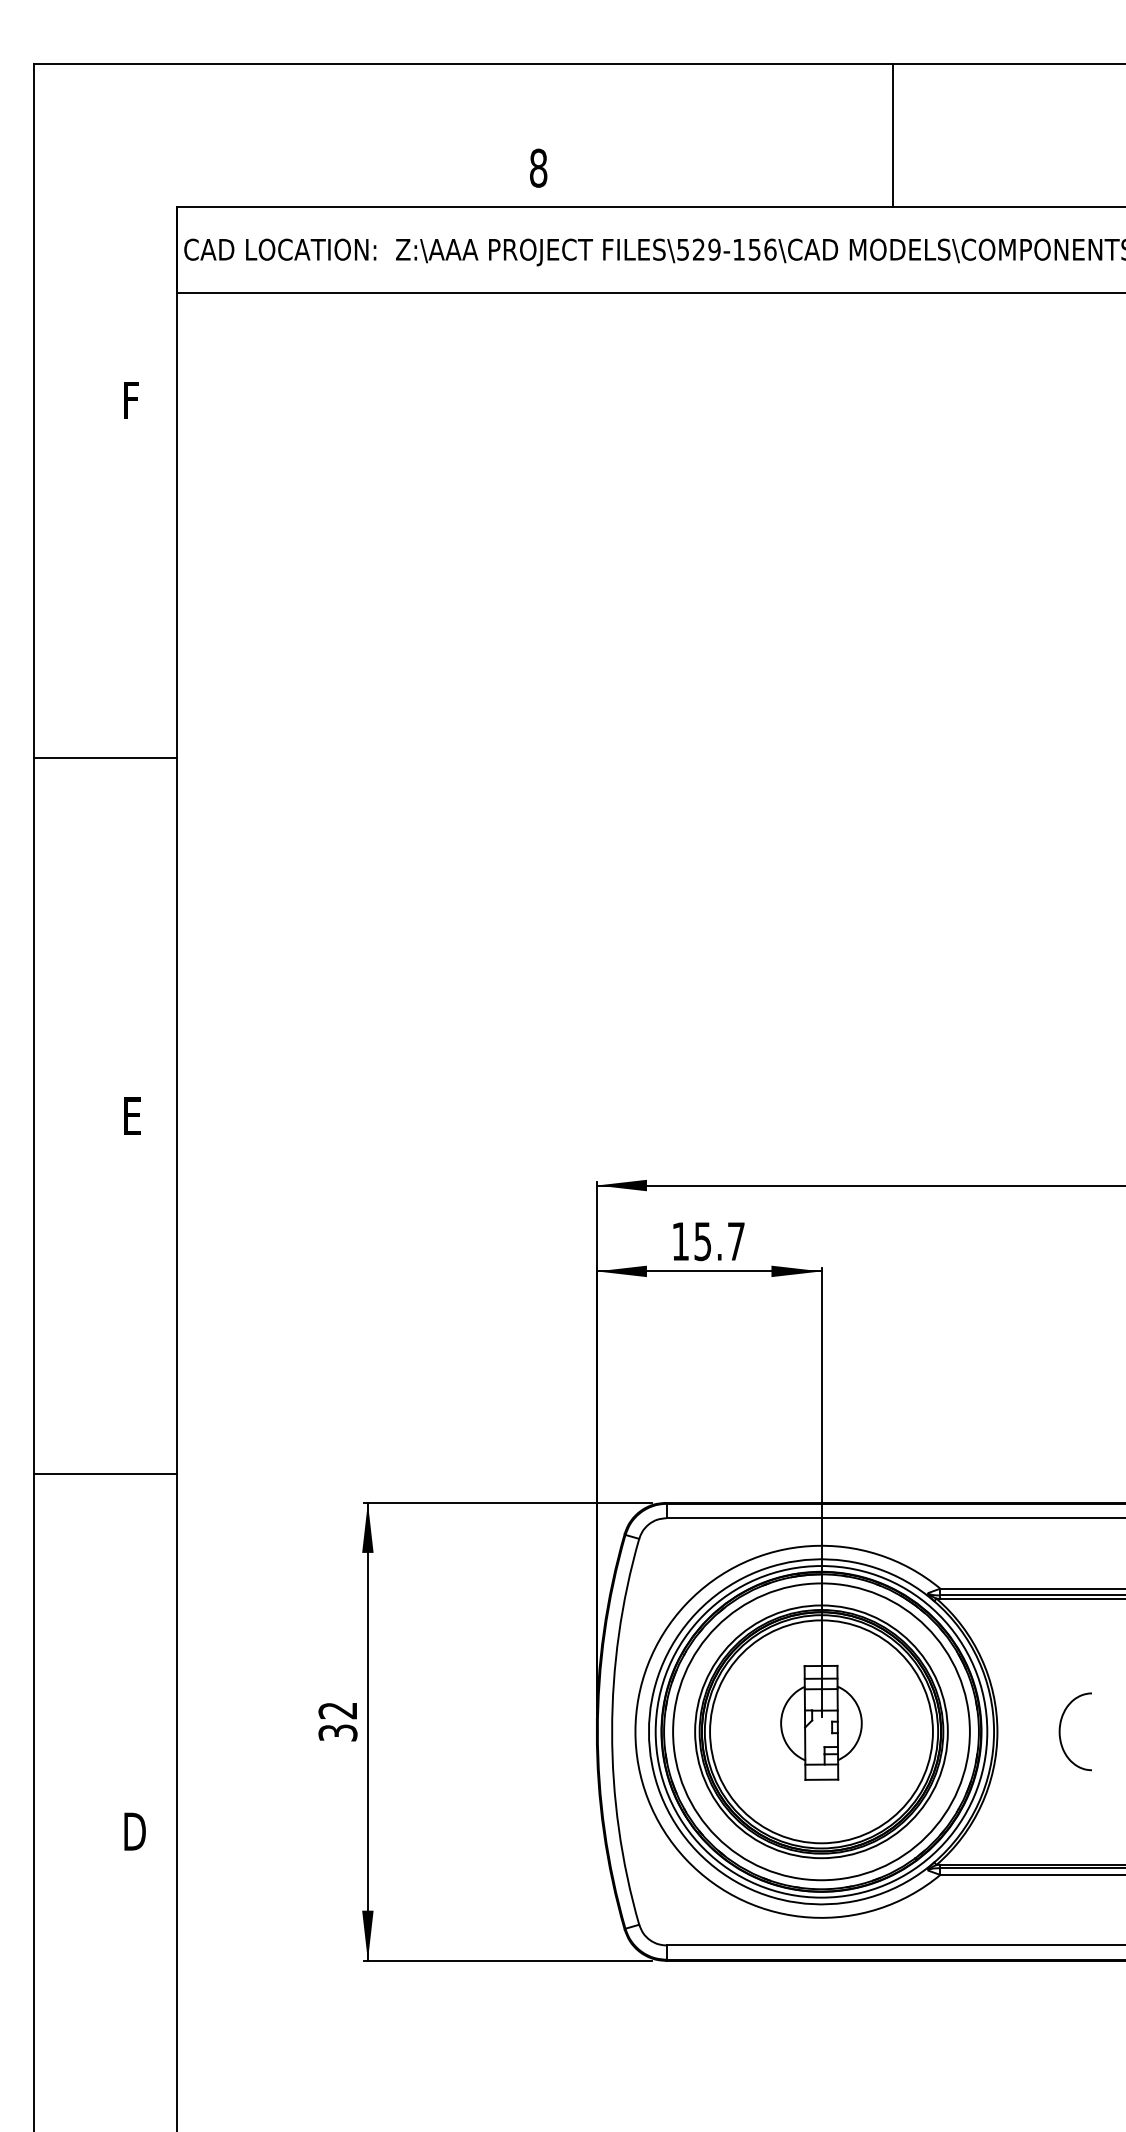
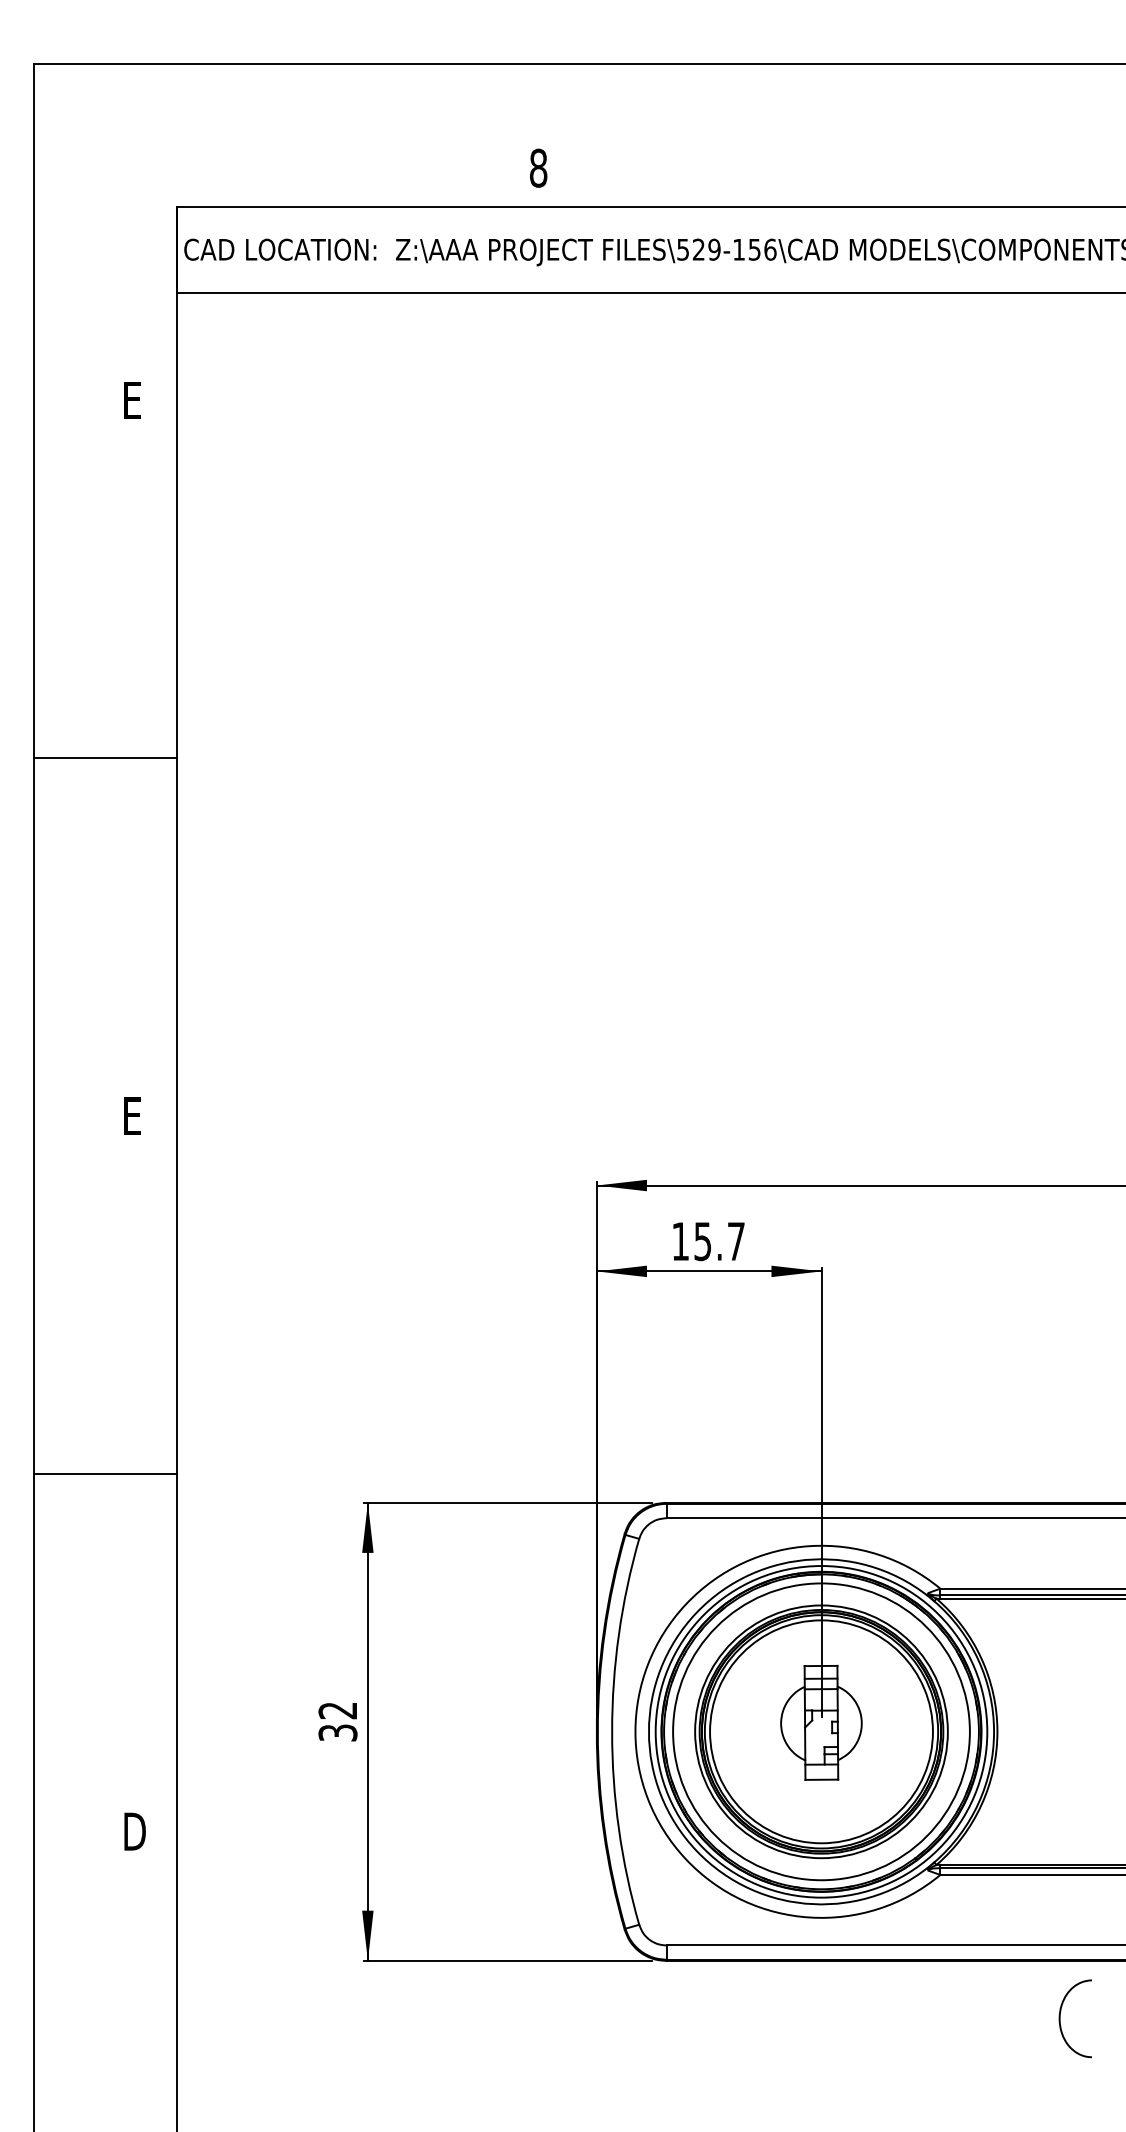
line at (892, 135): present -> none
text at (134, 400): F -> E
curve at (1060, 1731) position: (1060, 1731) -> (1060, 2018)
